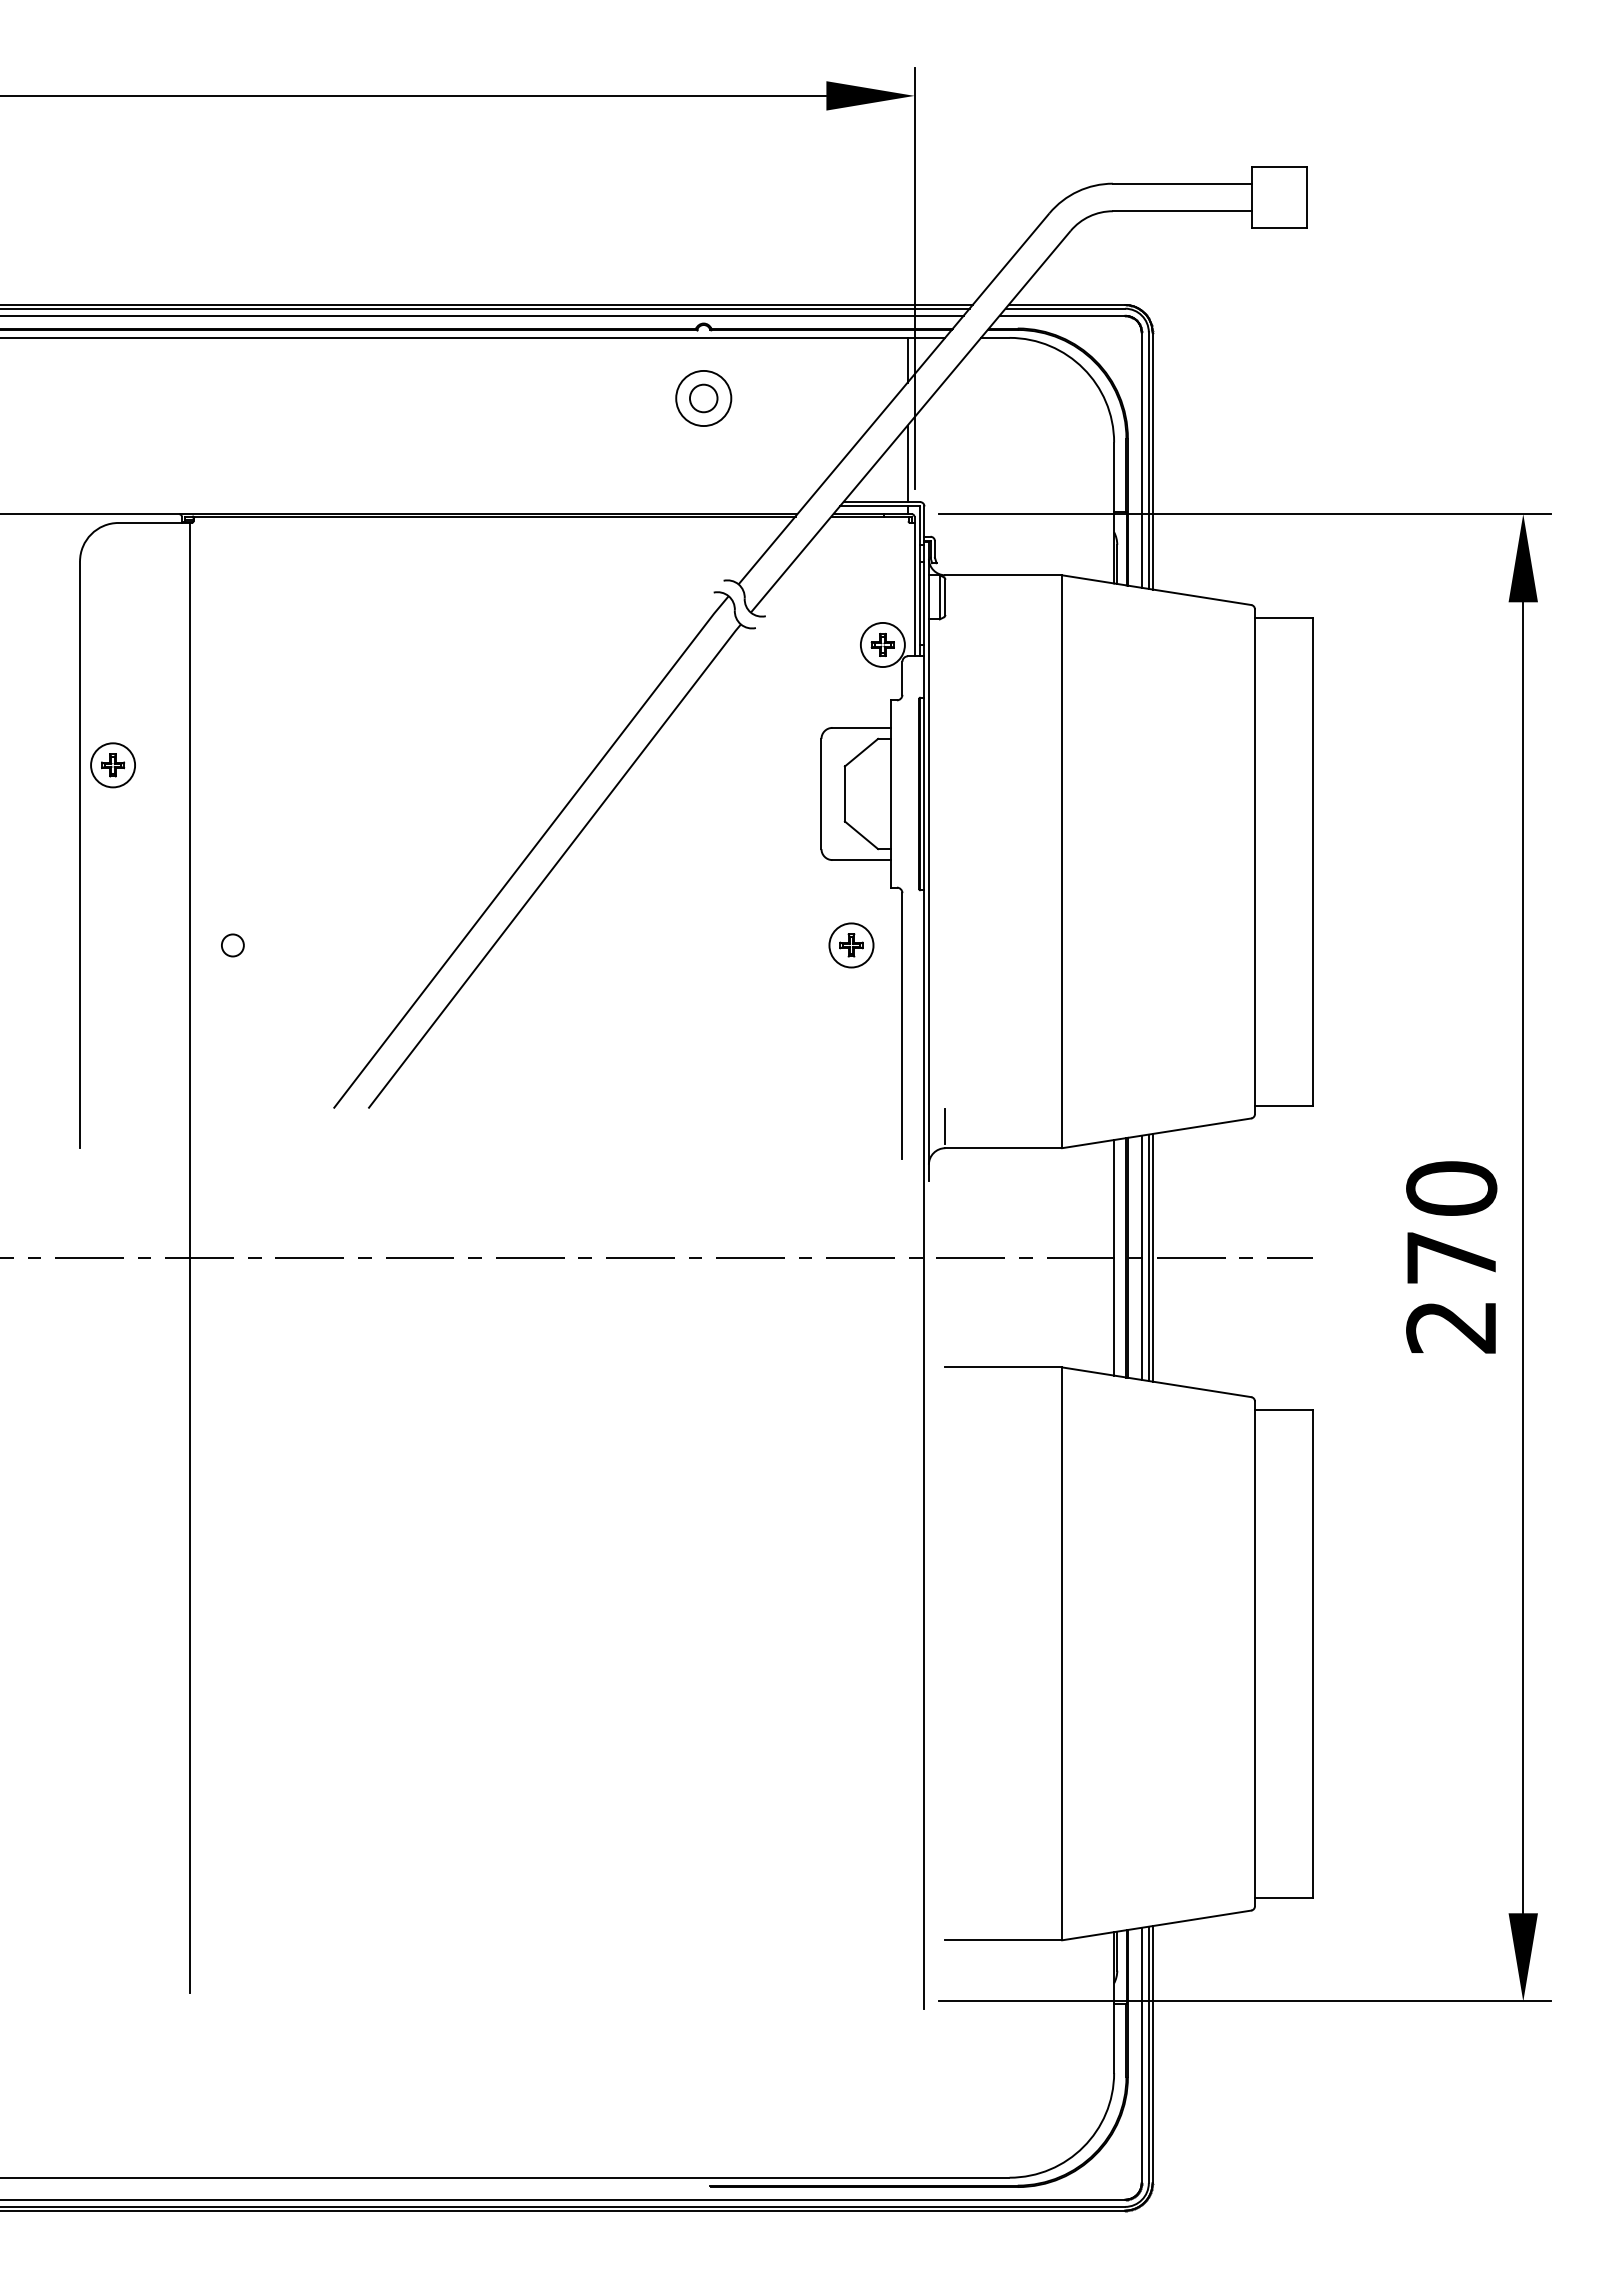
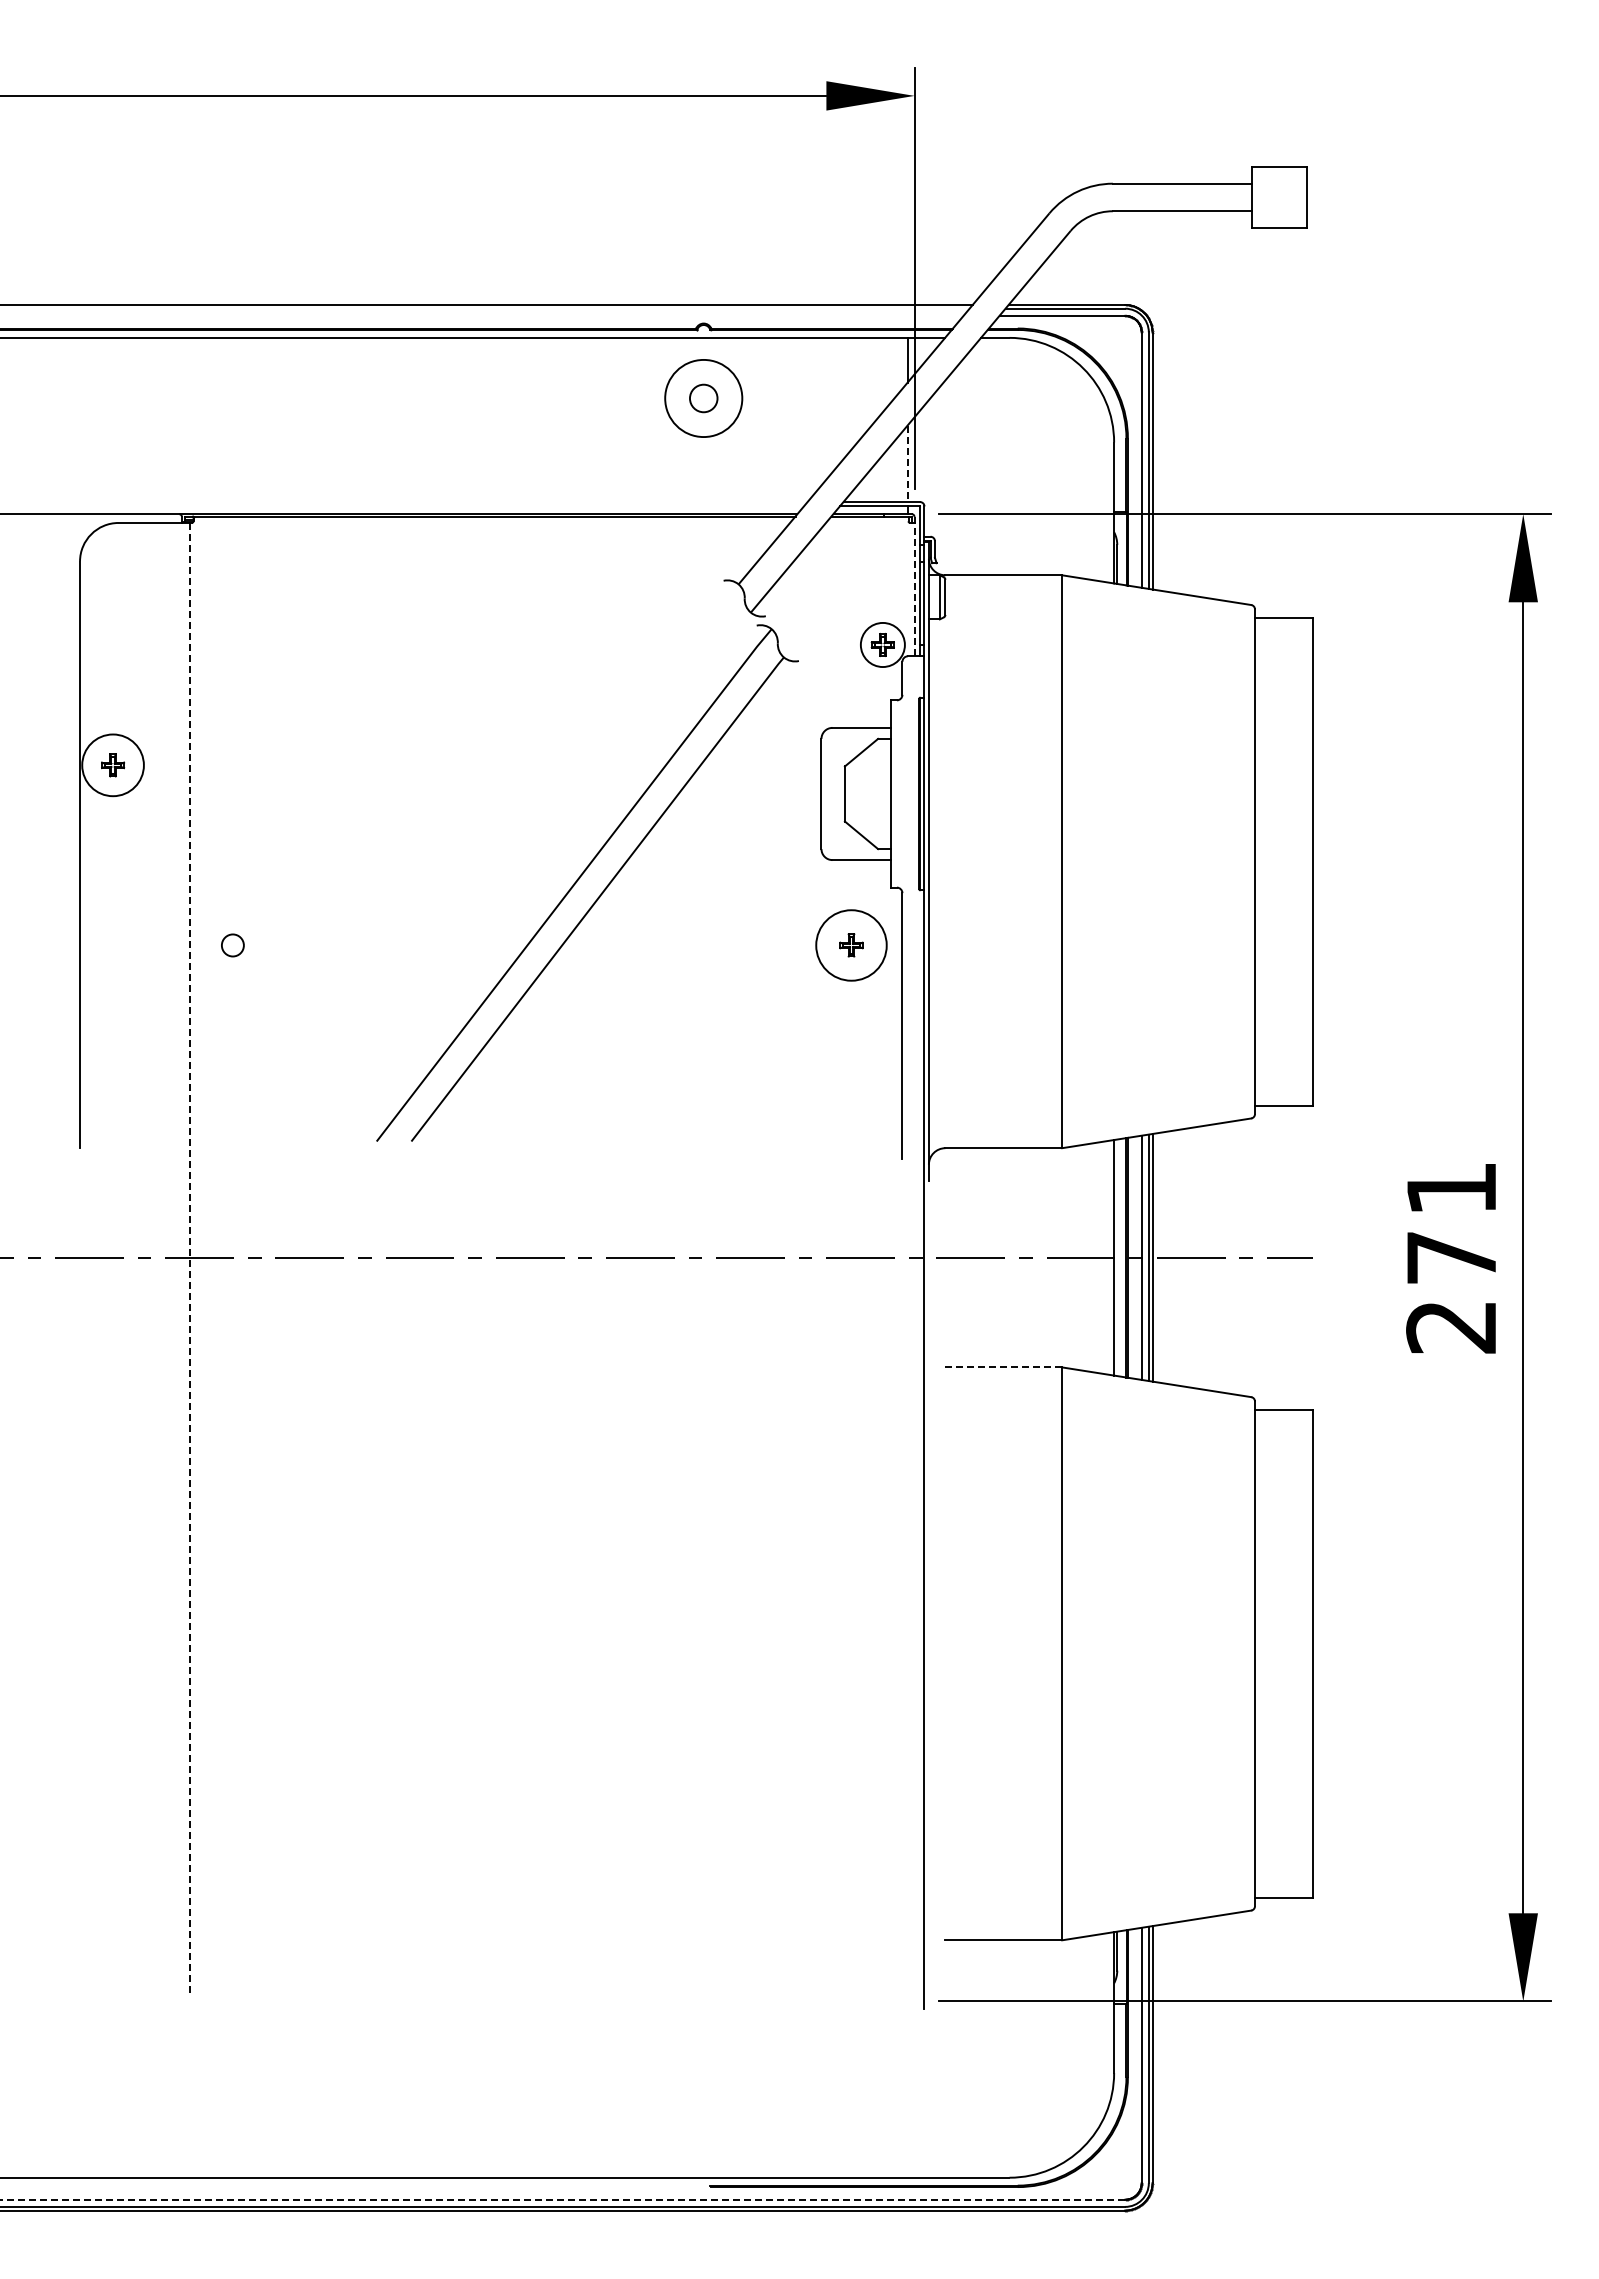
line at (485, 308): present -> none
line at (482, 315): present -> none
circle at (703, 398) diameter: 55 px -> 77 px
line at (907, 464): solid -> dashed
line at (914, 586): solid -> dashed
circle at (113, 765) diameter: 44 px -> 62 px
part at (537, 845) position: (537, 845) -> (580, 878)
circle at (851, 945) diameter: 44 px -> 71 px
line at (945, 1125): present -> none
text at (1451, 1188): 270 -> 271
line at (190, 1257): solid -> dashed
line at (1004, 1367): solid -> dashed
line at (562, 2199): solid -> dashed
